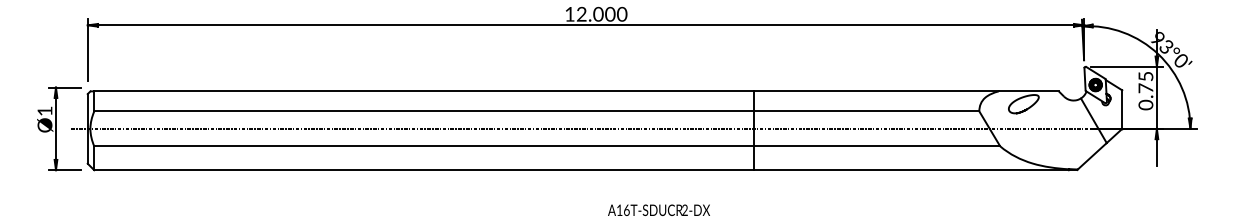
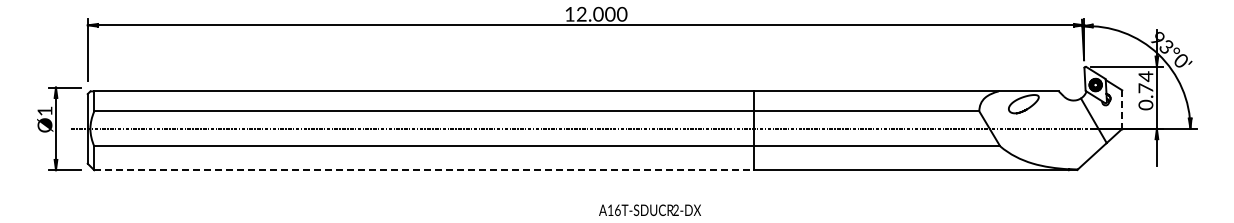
text at (1145, 76): 0.75 -> 0.74
line at (1122, 110): solid -> dashed
line at (424, 170): solid -> dashed
text at (658, 209) position: (658, 209) -> (649, 209)
